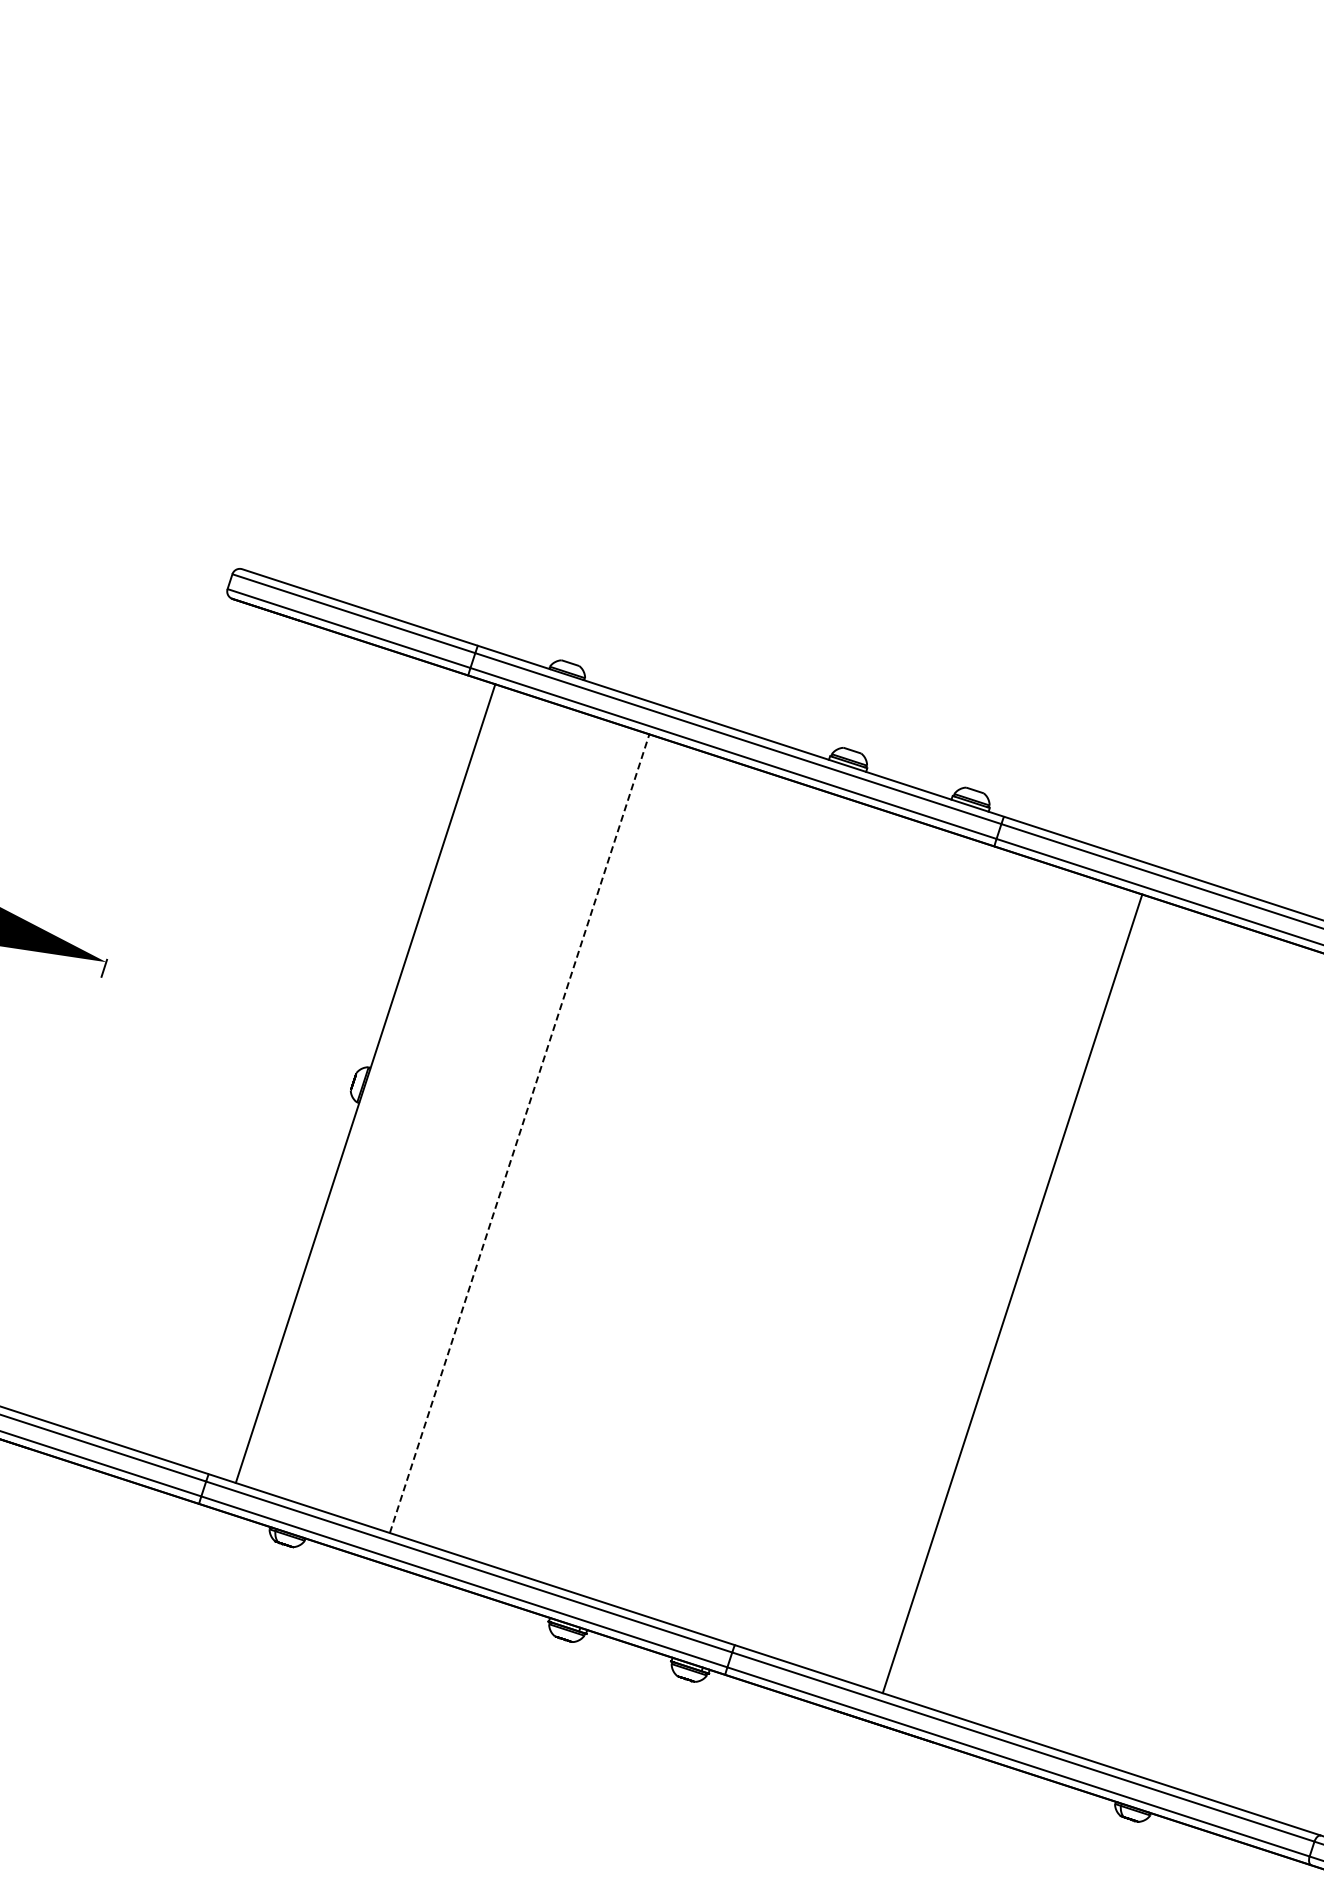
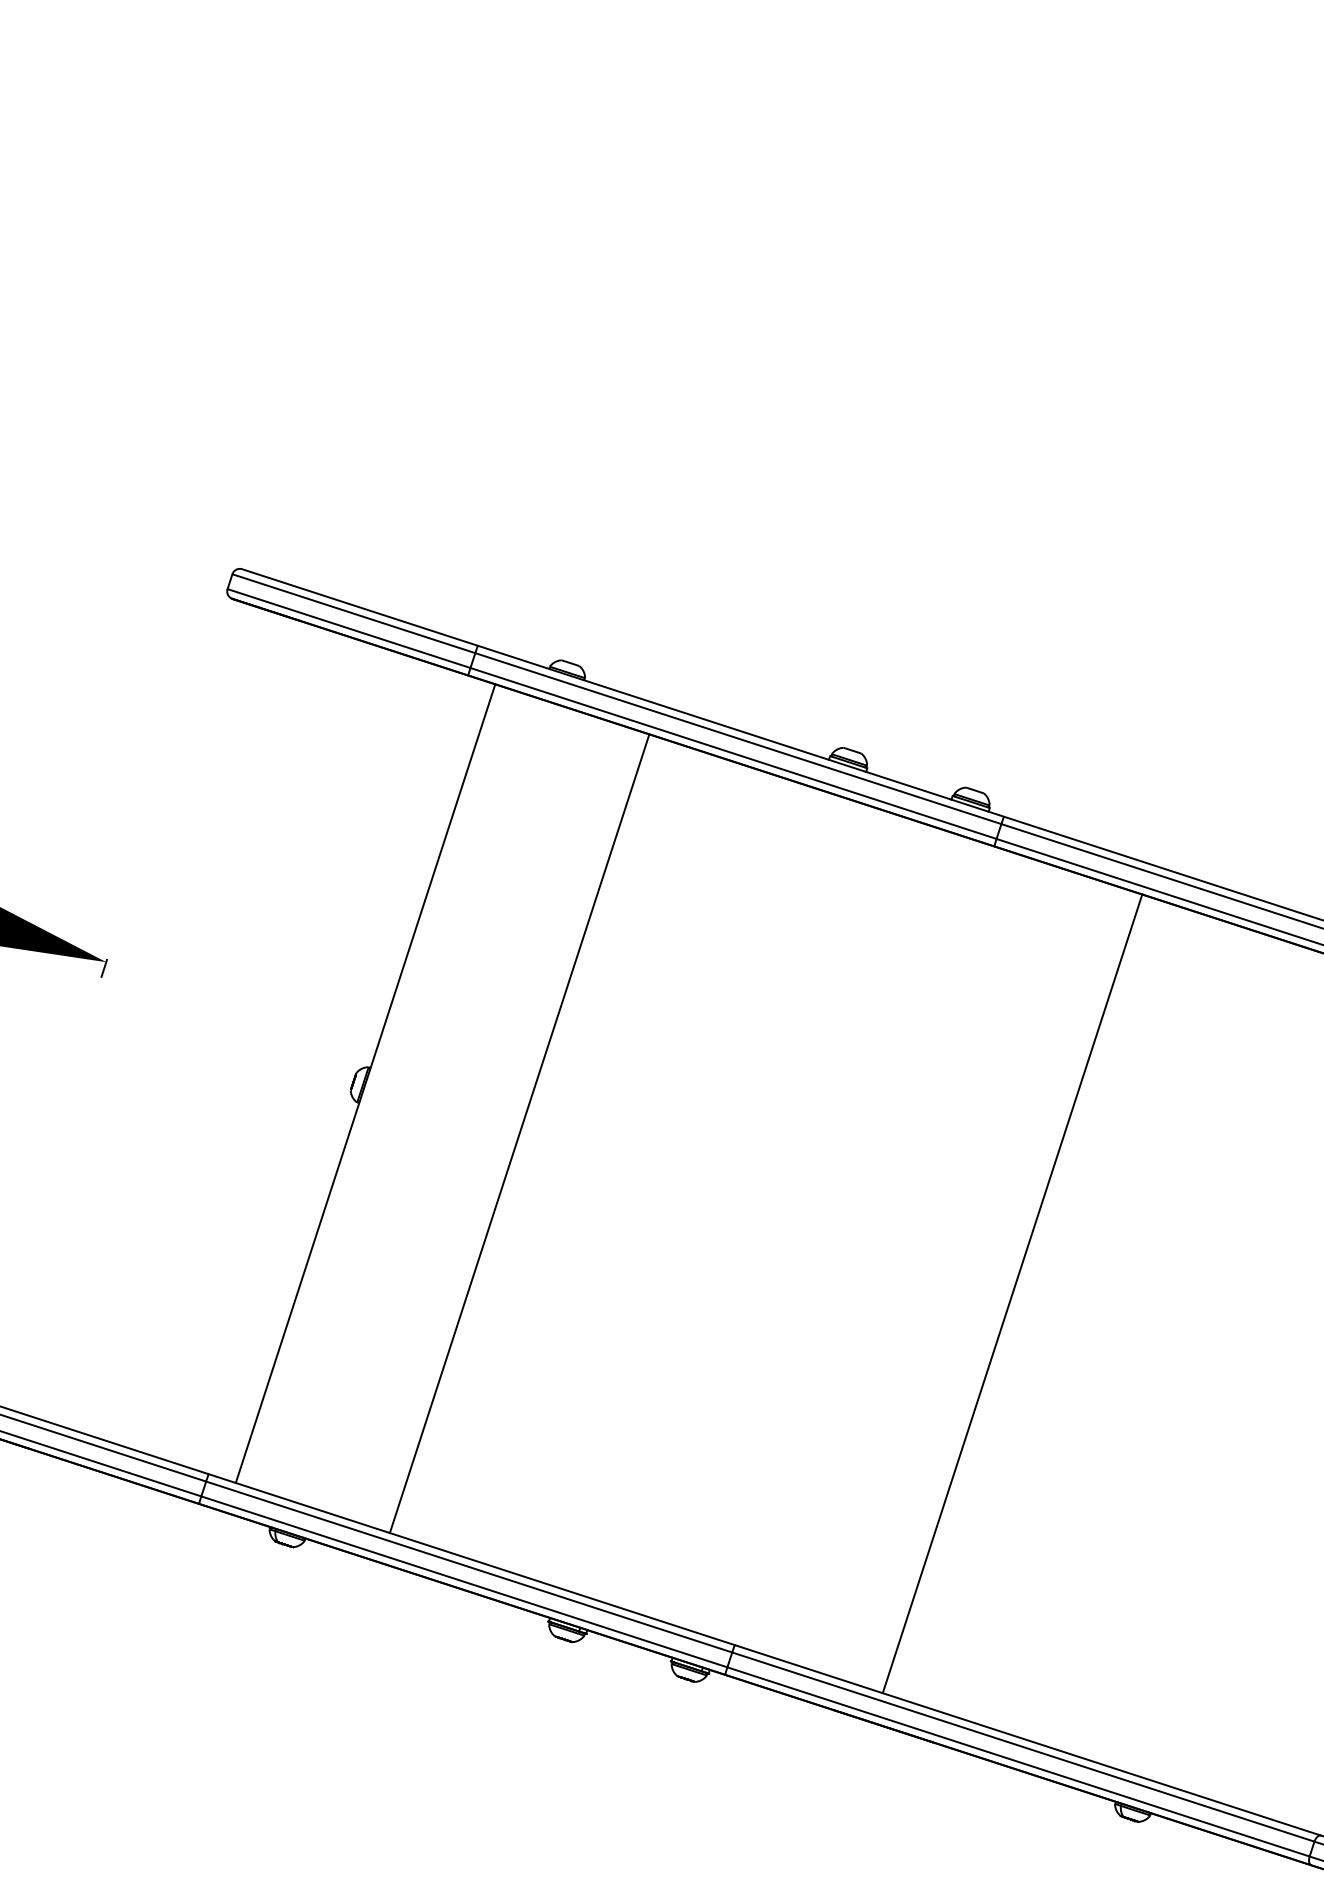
line at (519, 1133): dashed -> solid
